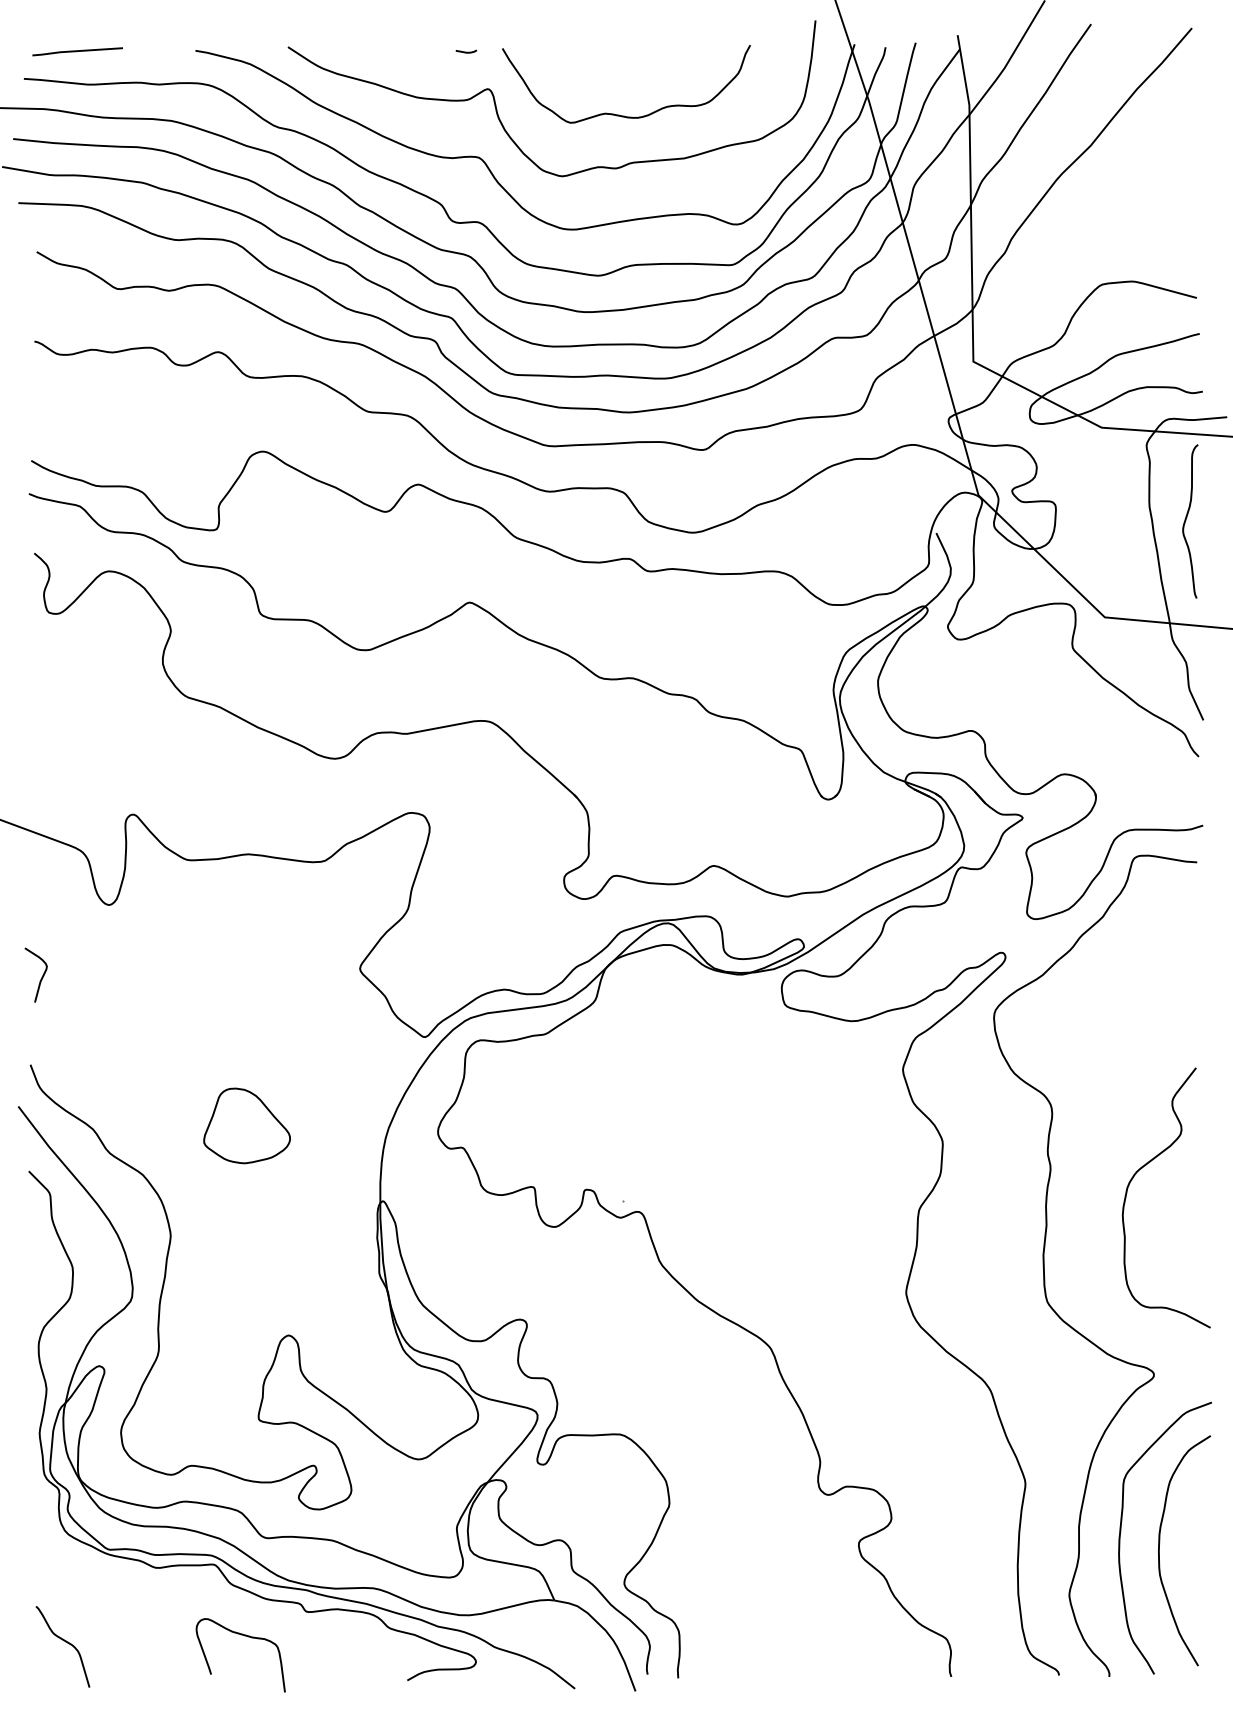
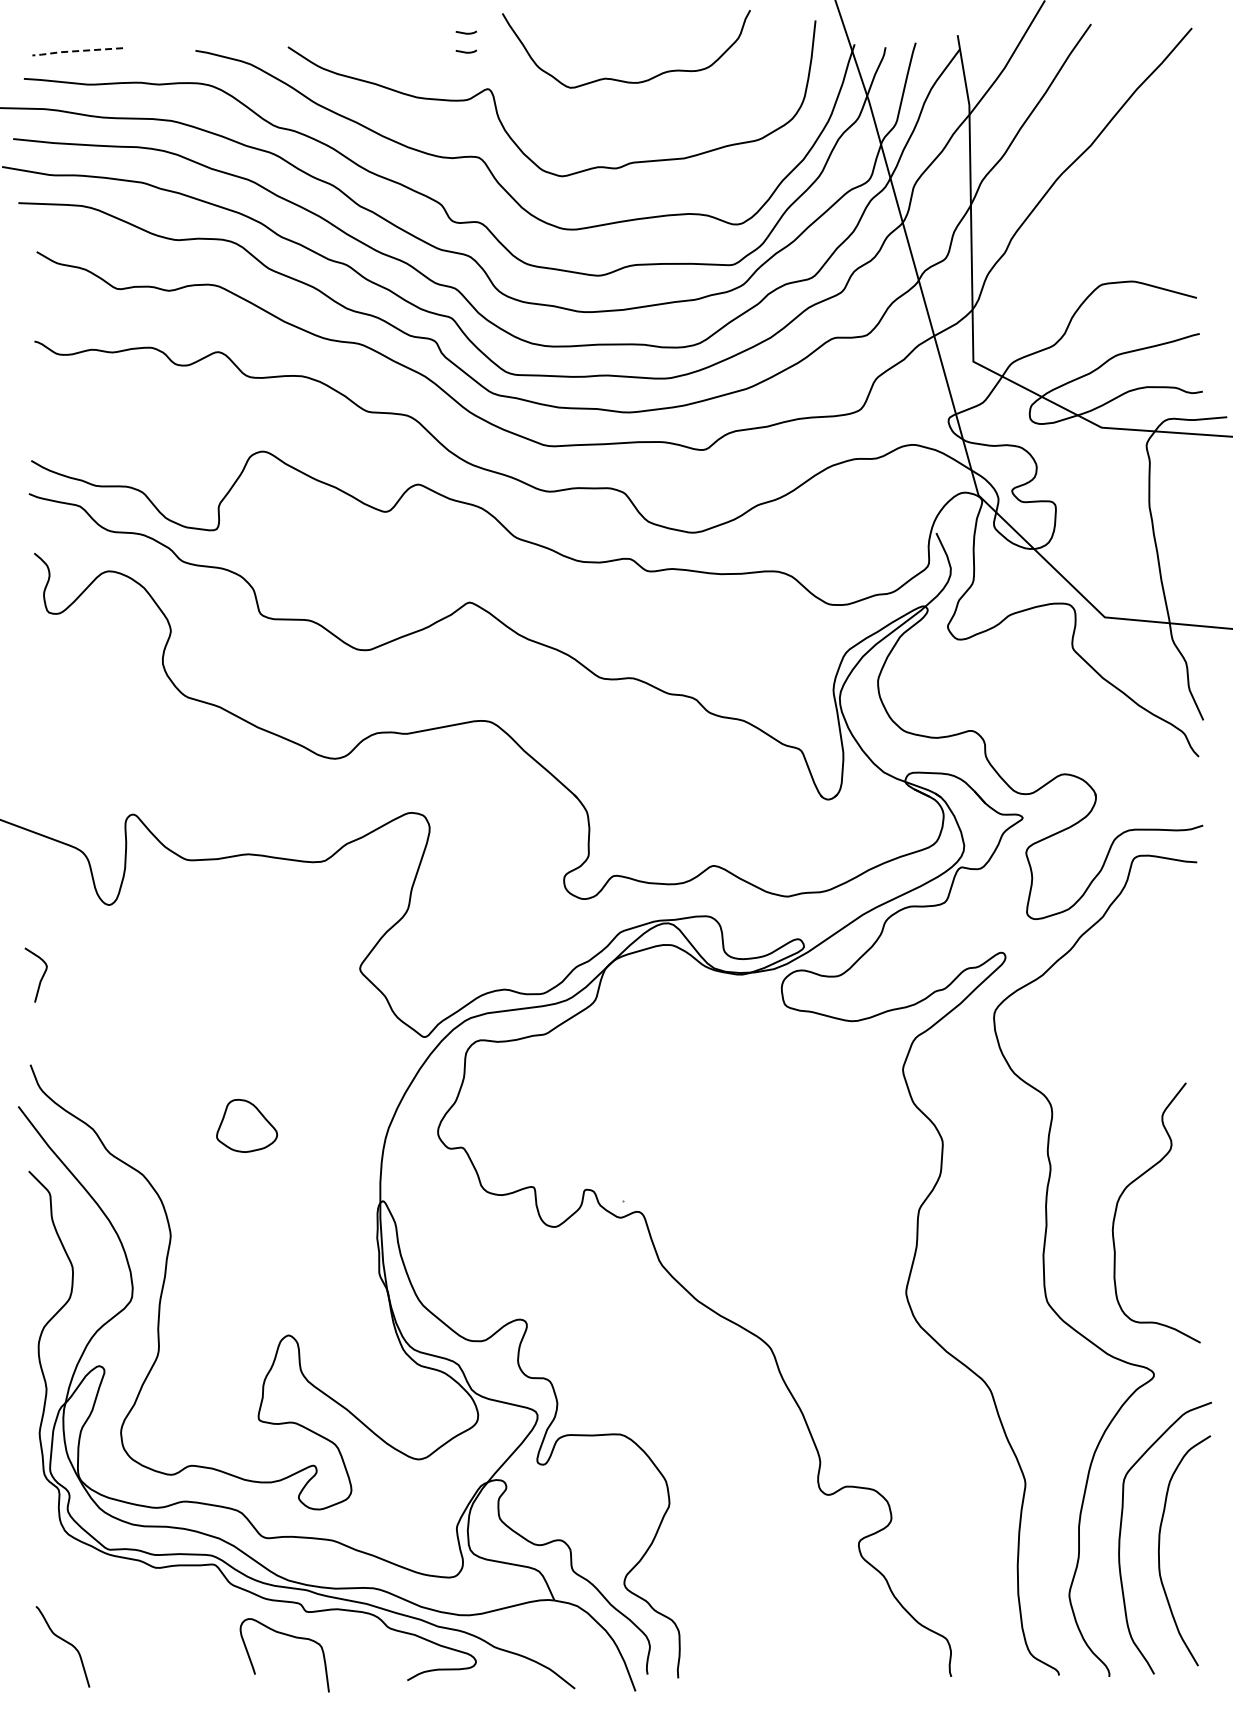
line at (465, 32): none -> present
line at (76, 51): solid -> dashed
curve at (619, 114) position: (619, 114) -> (619, 79)
curve at (1186, 520): present -> none
part at (246, 1125) size: 88x78 px -> 62x55 px
curve at (1141, 1169) position: (1141, 1169) -> (1131, 1184)
curve at (244, 1636) position: (244, 1636) -> (288, 1636)
